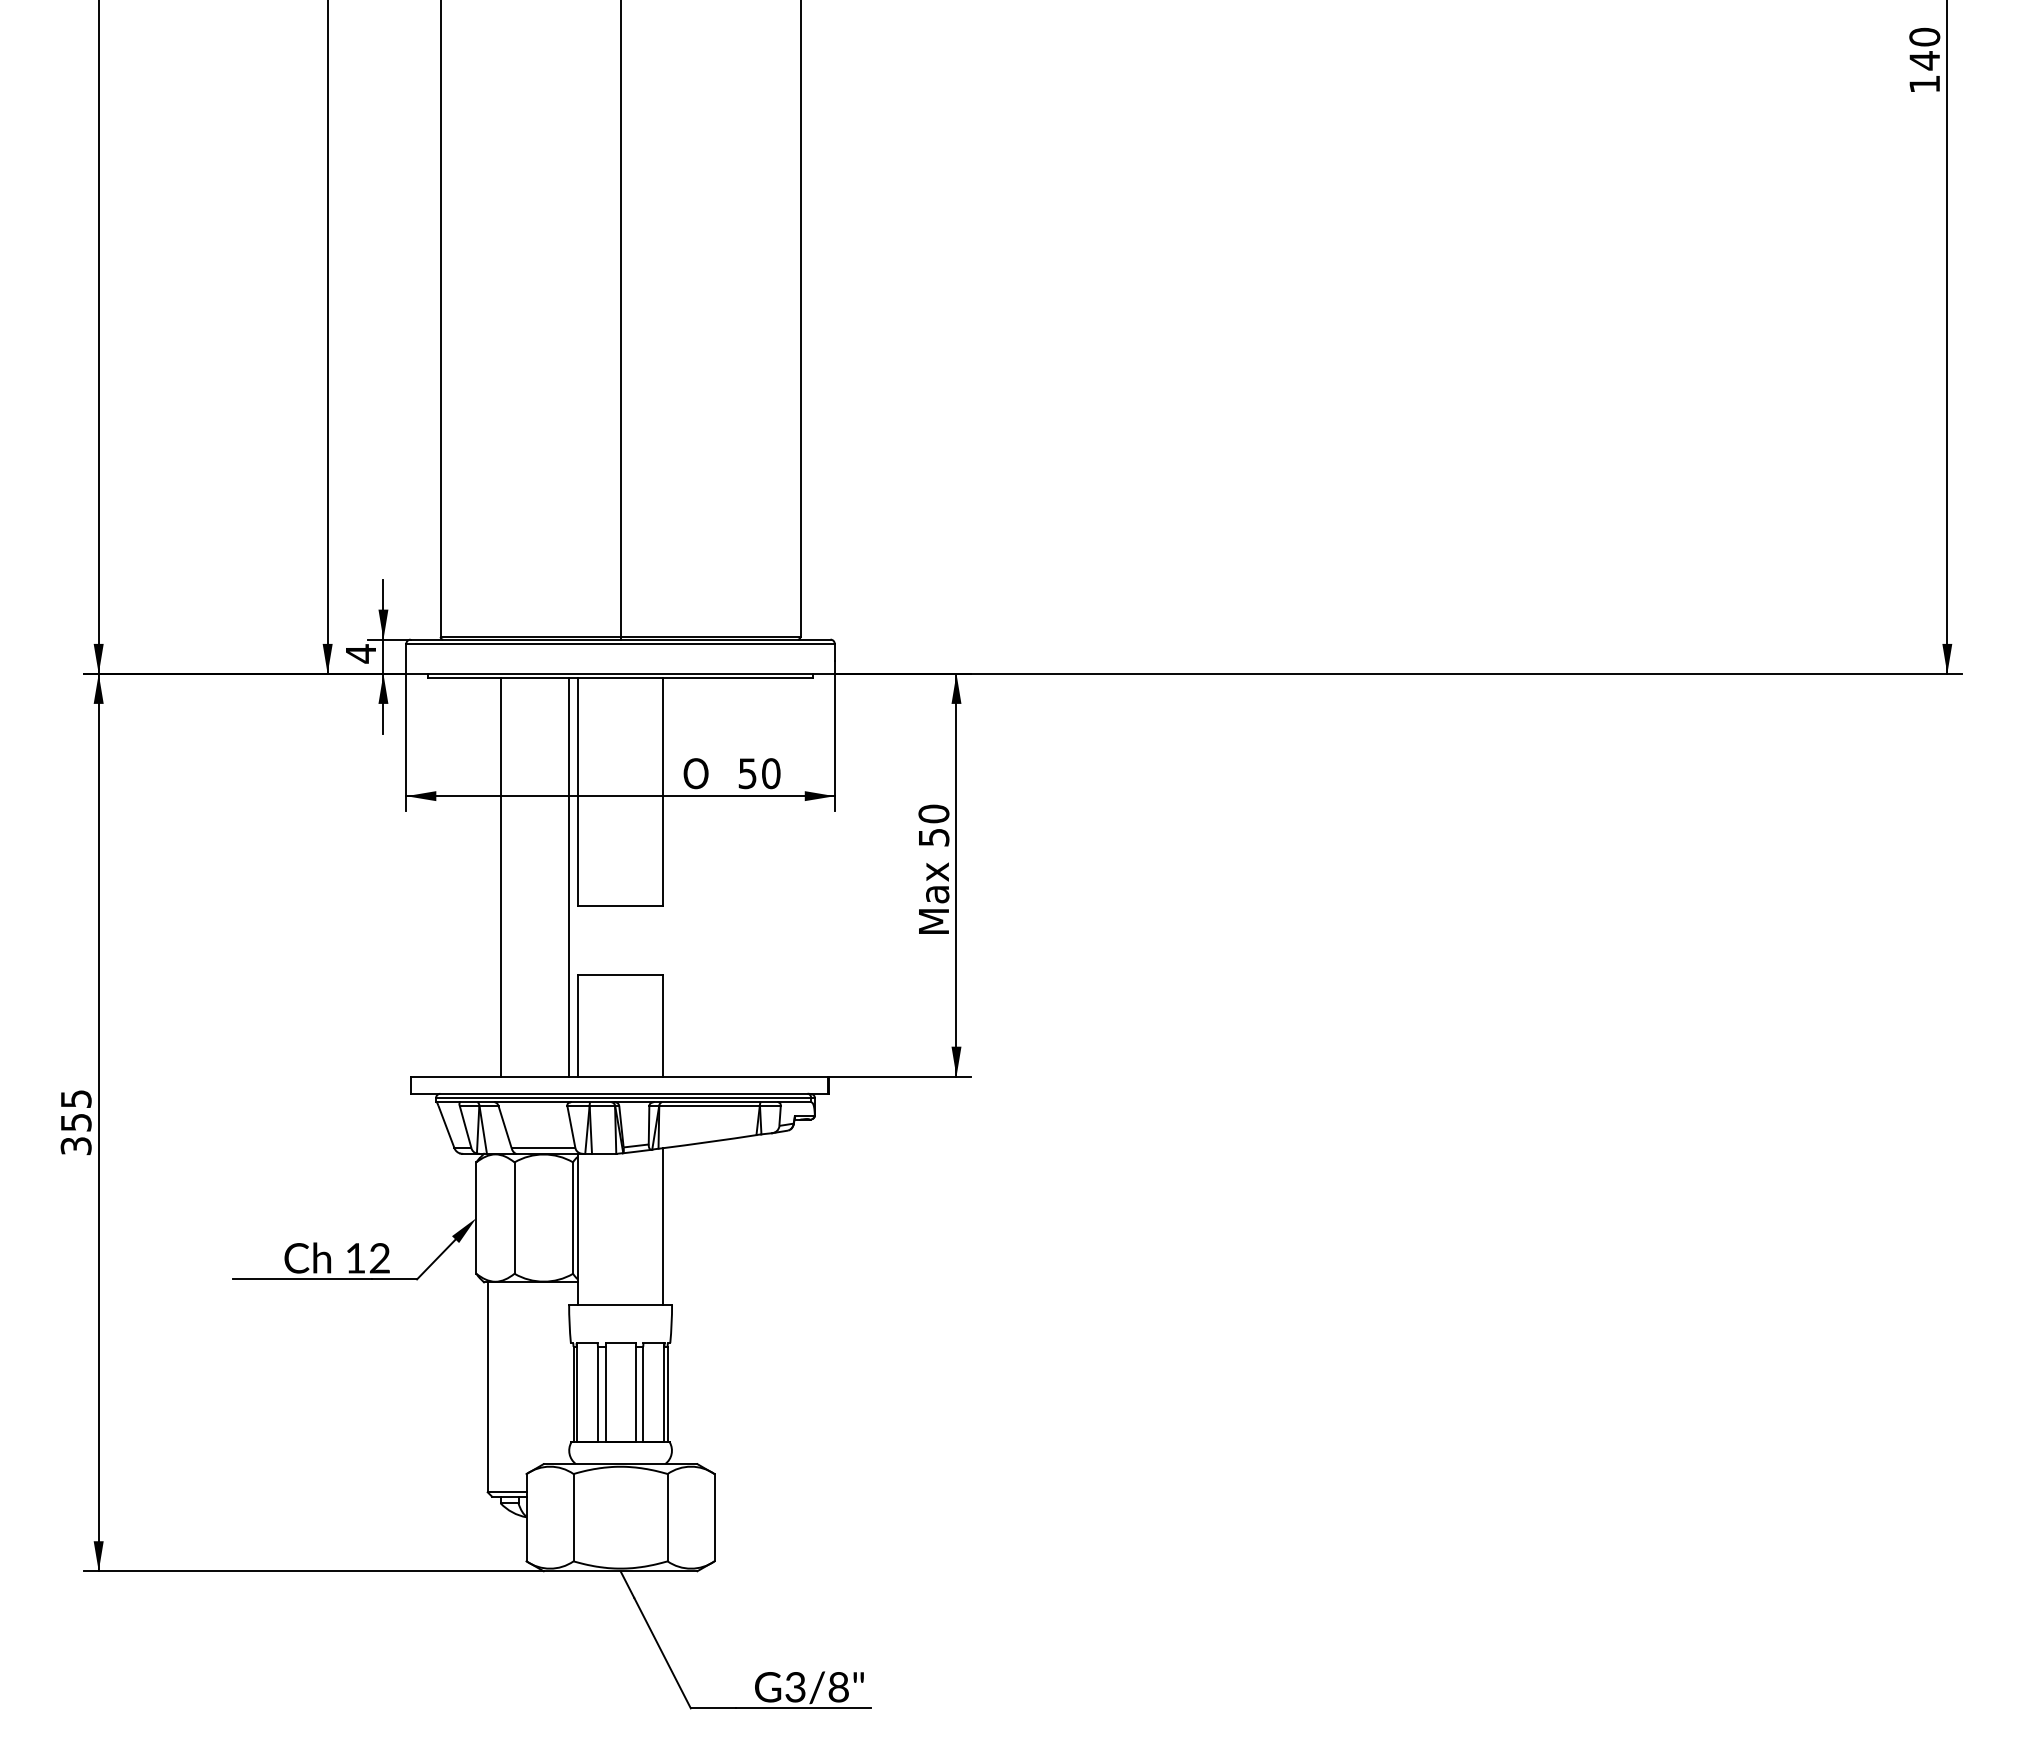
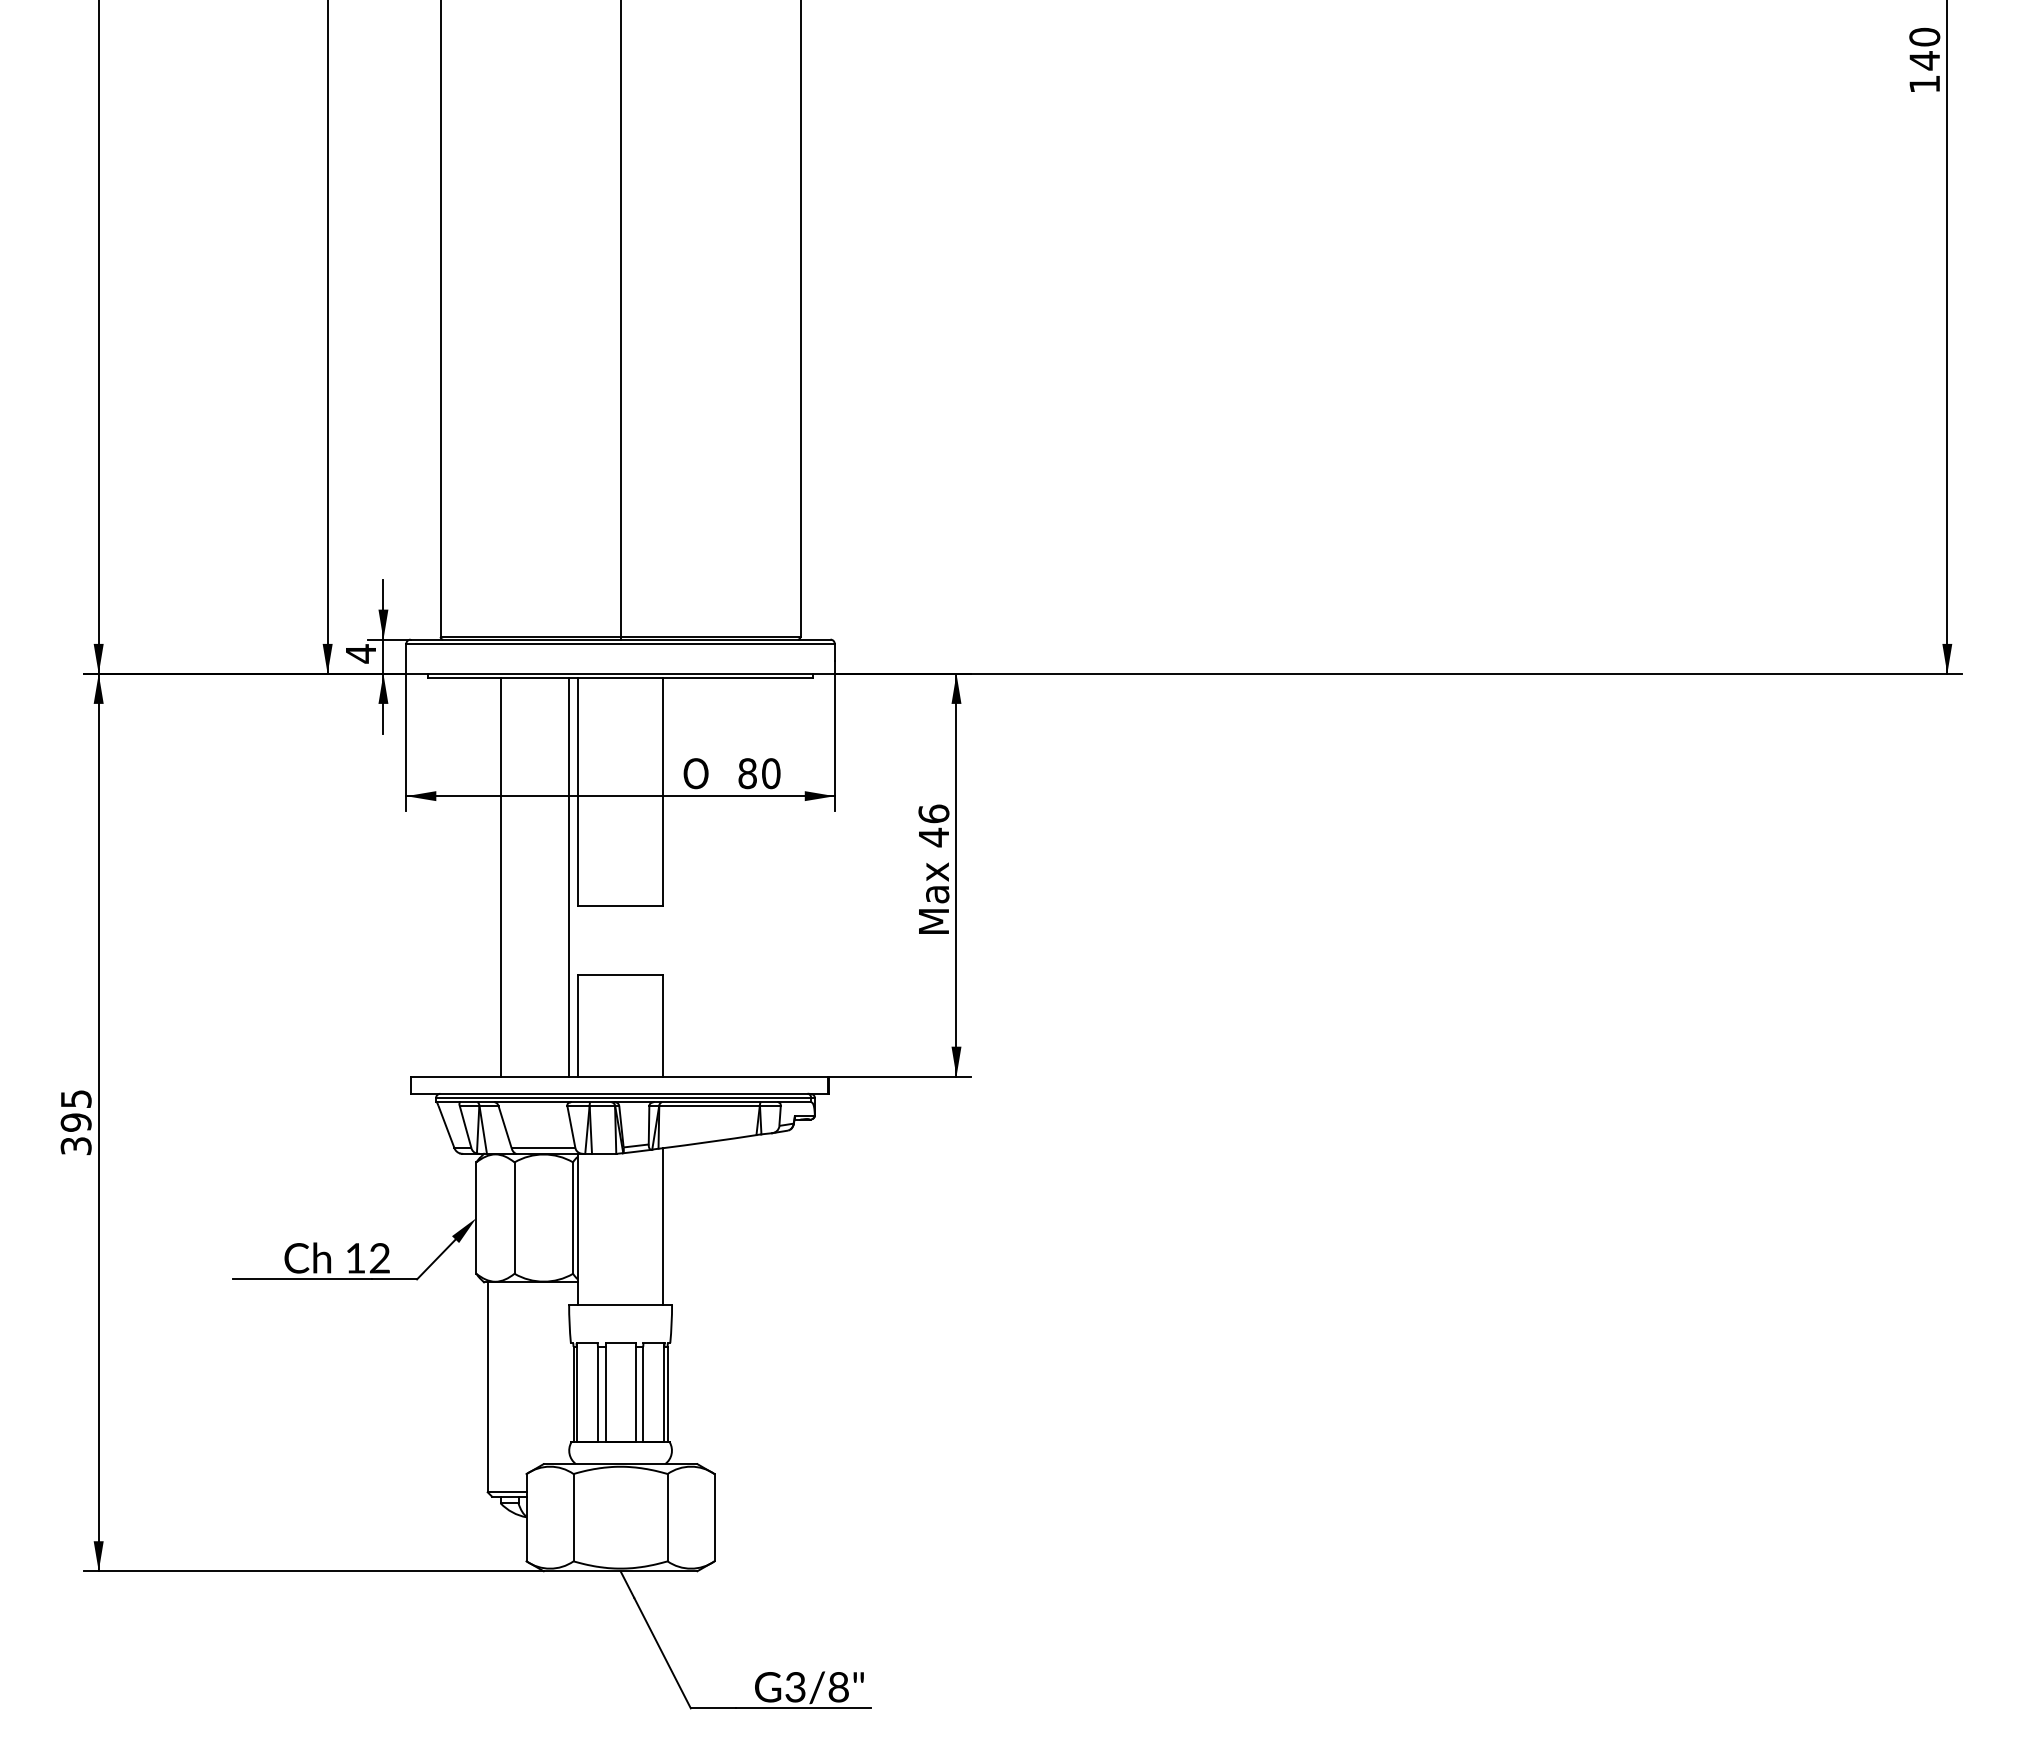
text at (747, 773): 50 -> 80
text at (933, 825): 50 -> 46
text at (75, 1122): 355 -> 395
